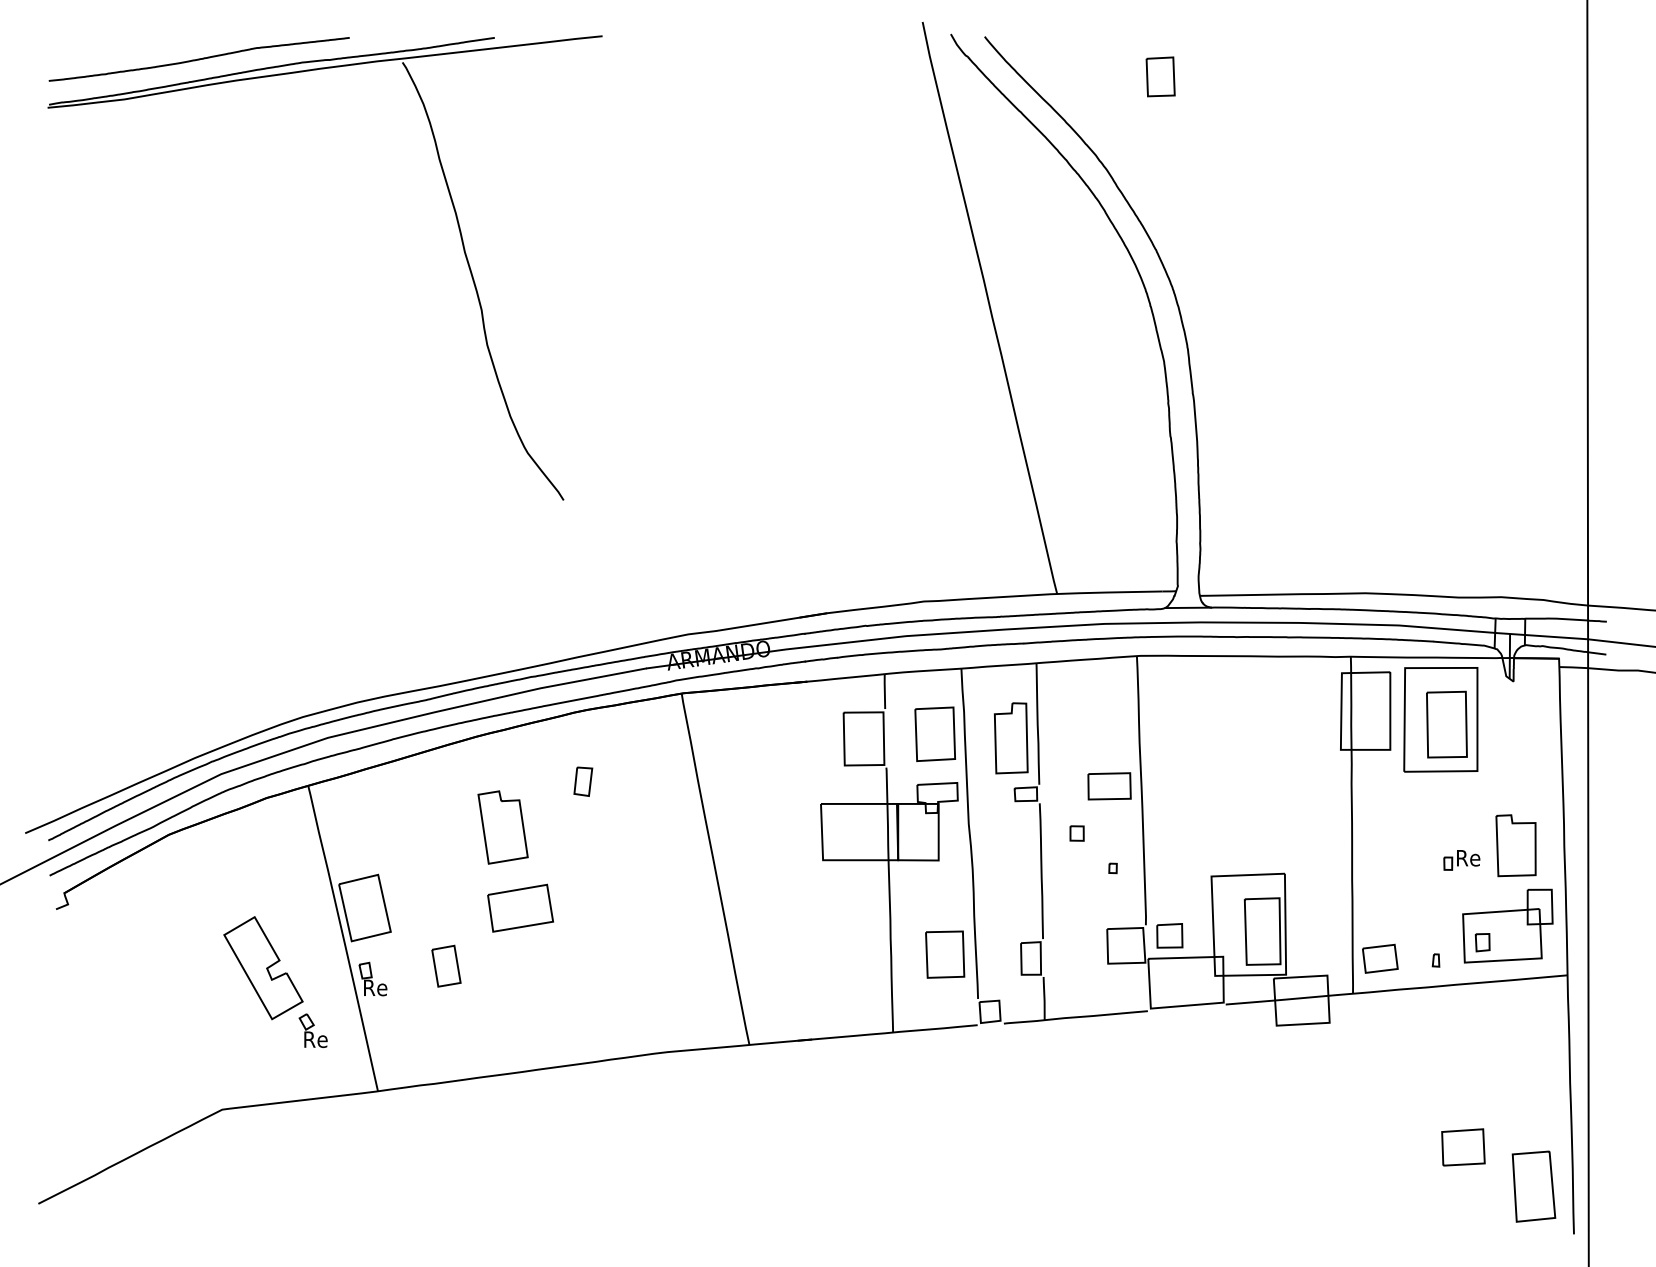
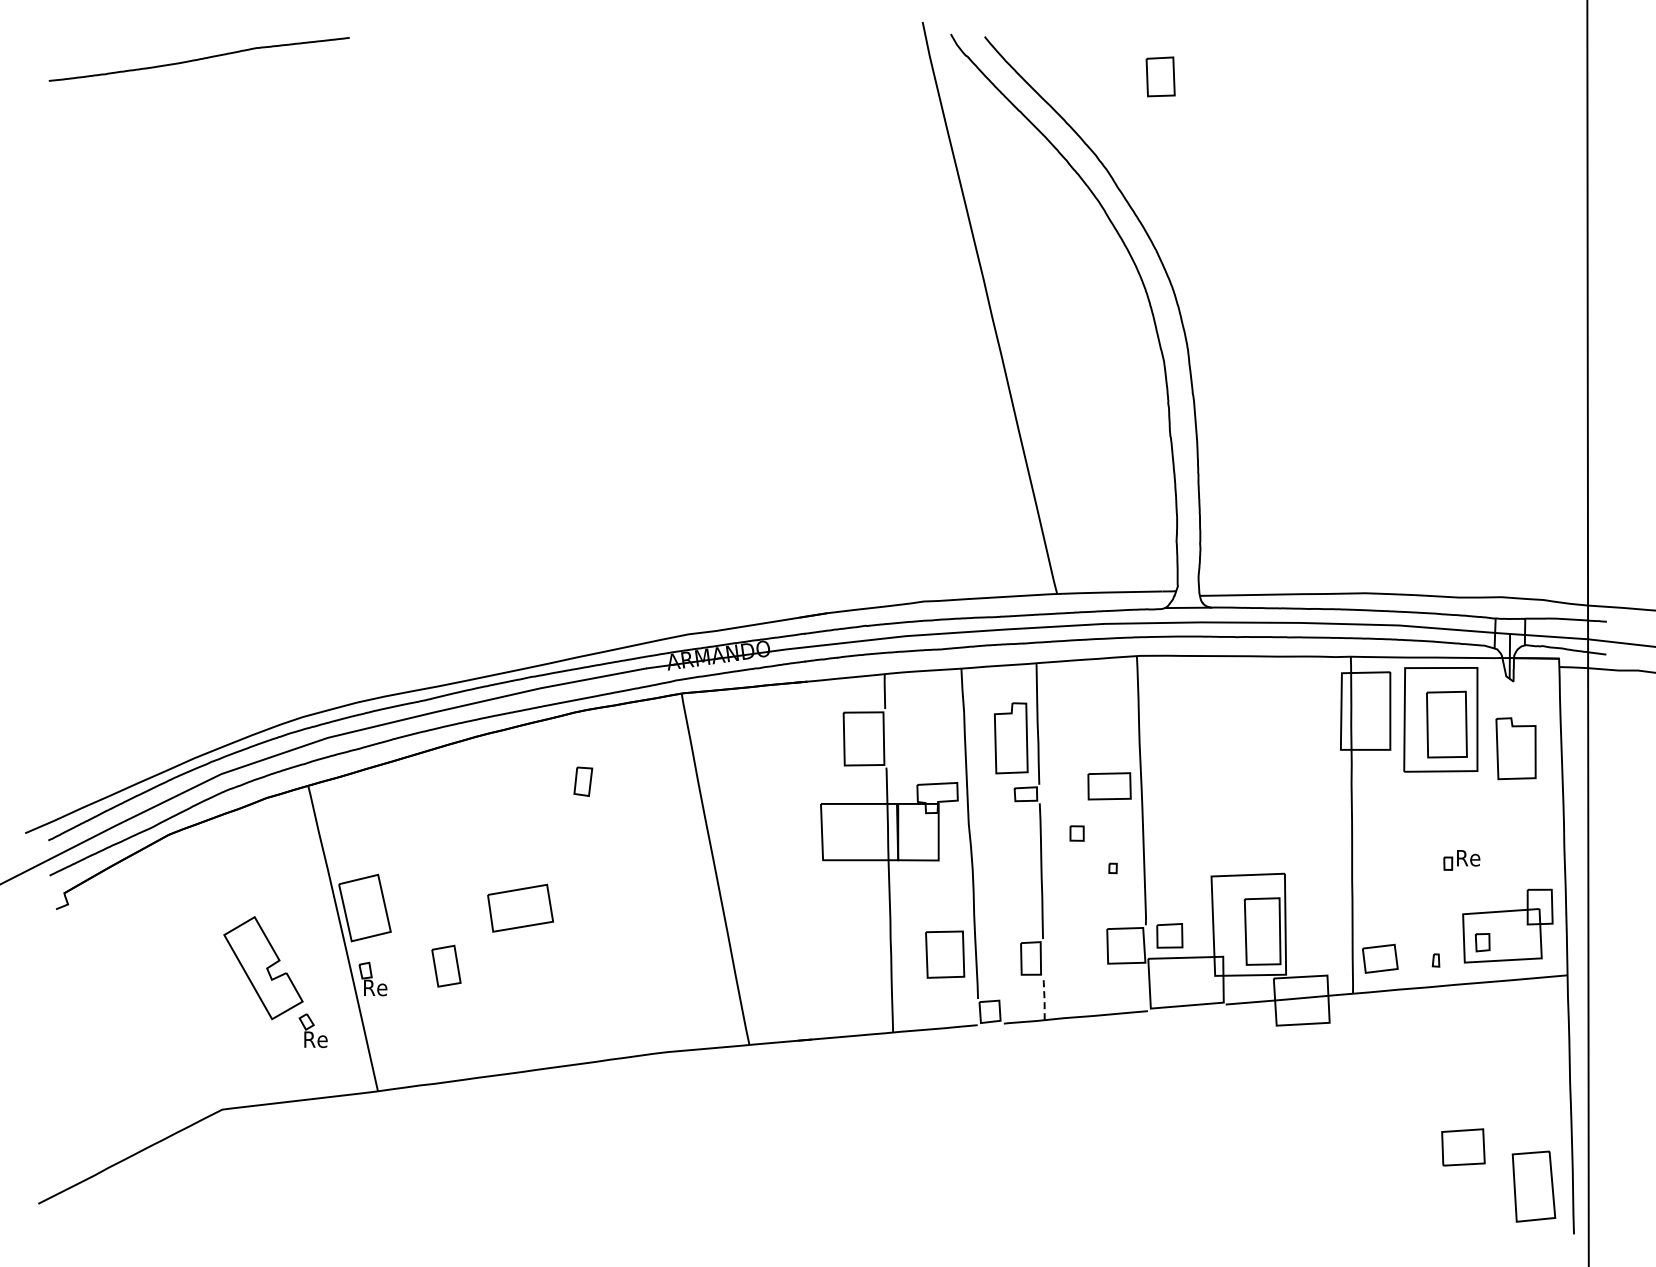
part at (459, 233): present -> none
part at (934, 733): present -> none
part at (502, 827): present -> none
part at (1515, 845) position: (1515, 845) -> (1515, 748)
line at (1044, 998): solid -> dashed
